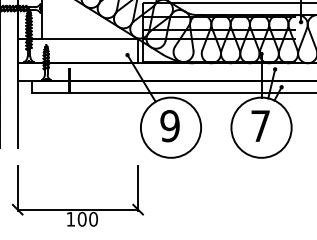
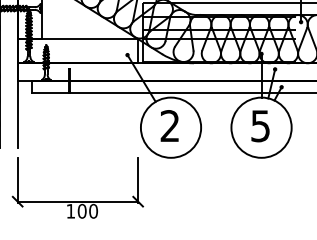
text at (169, 126): 9 -> 2
text at (260, 126): 7 -> 5
part at (77, 209) position: (77, 209) -> (77, 201)
